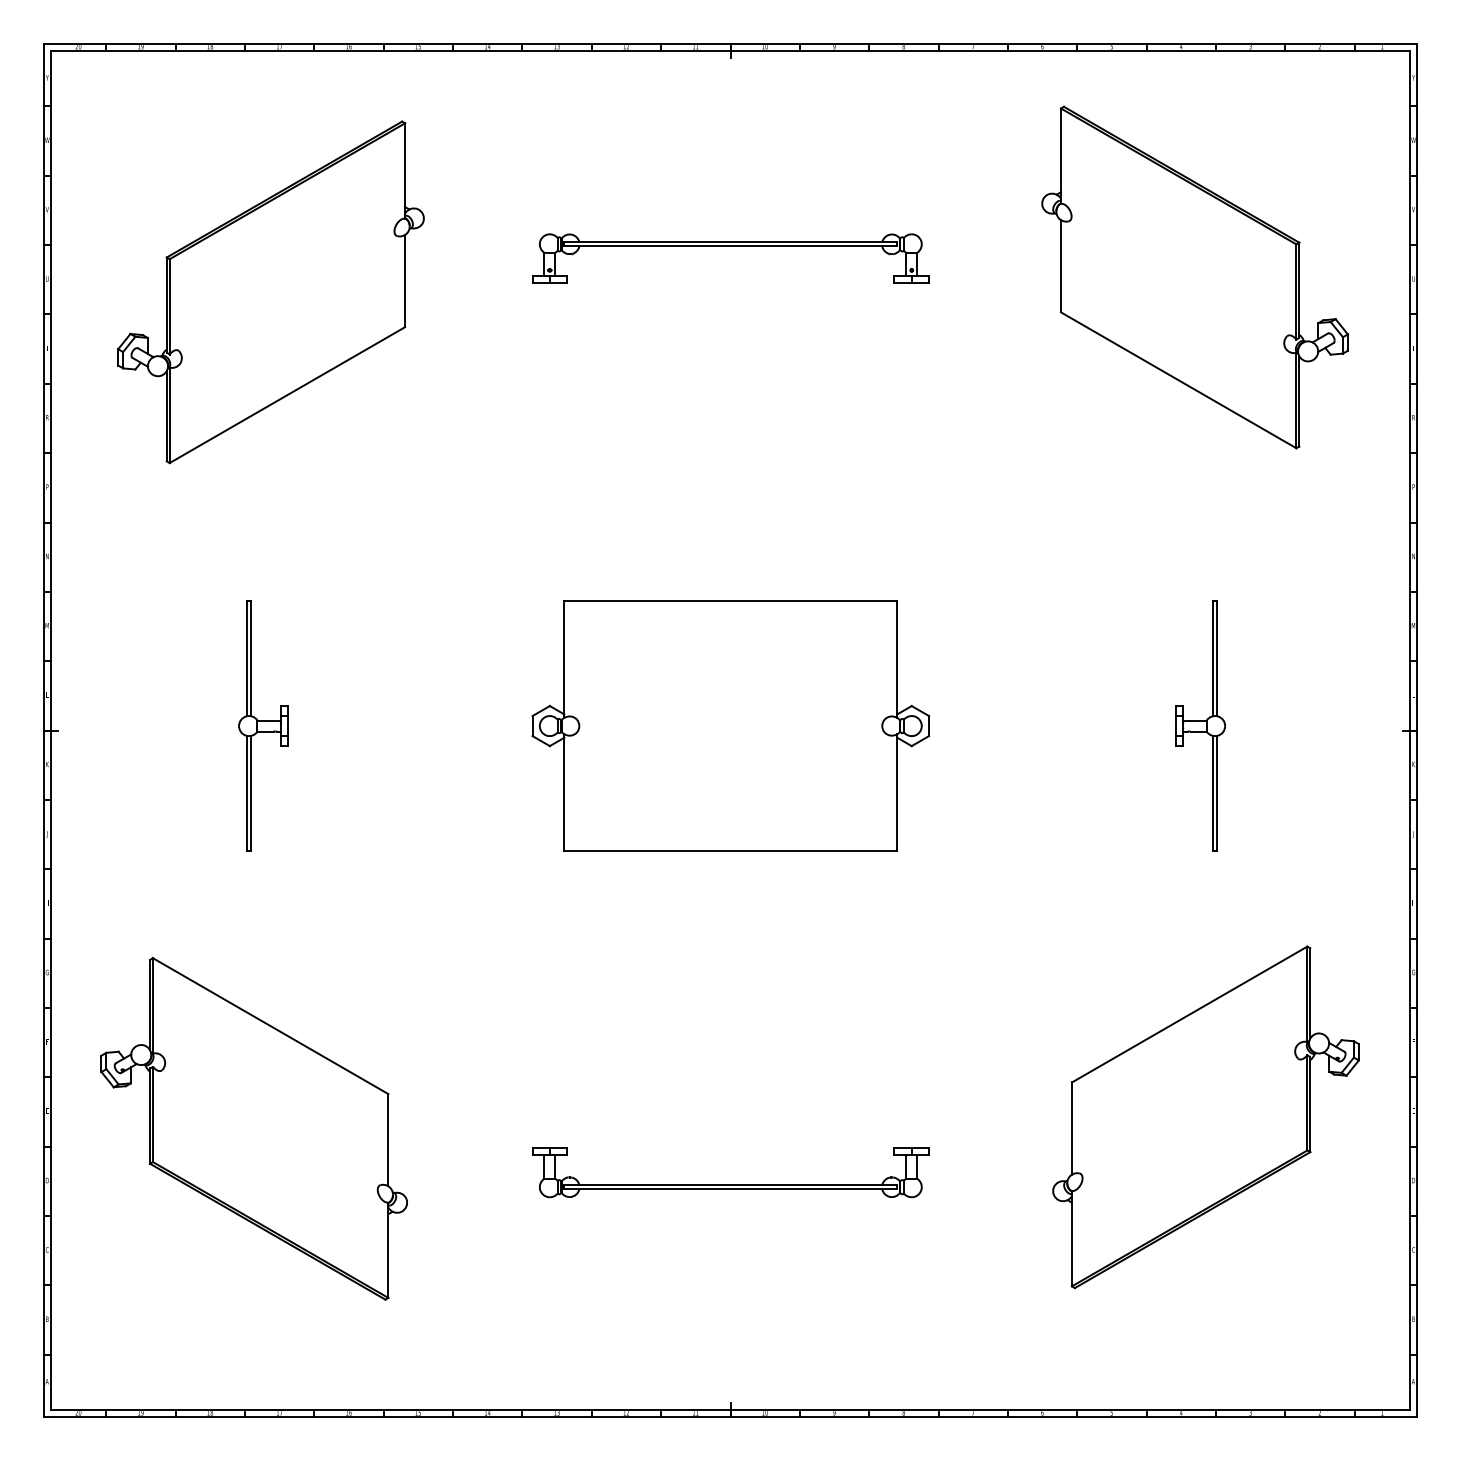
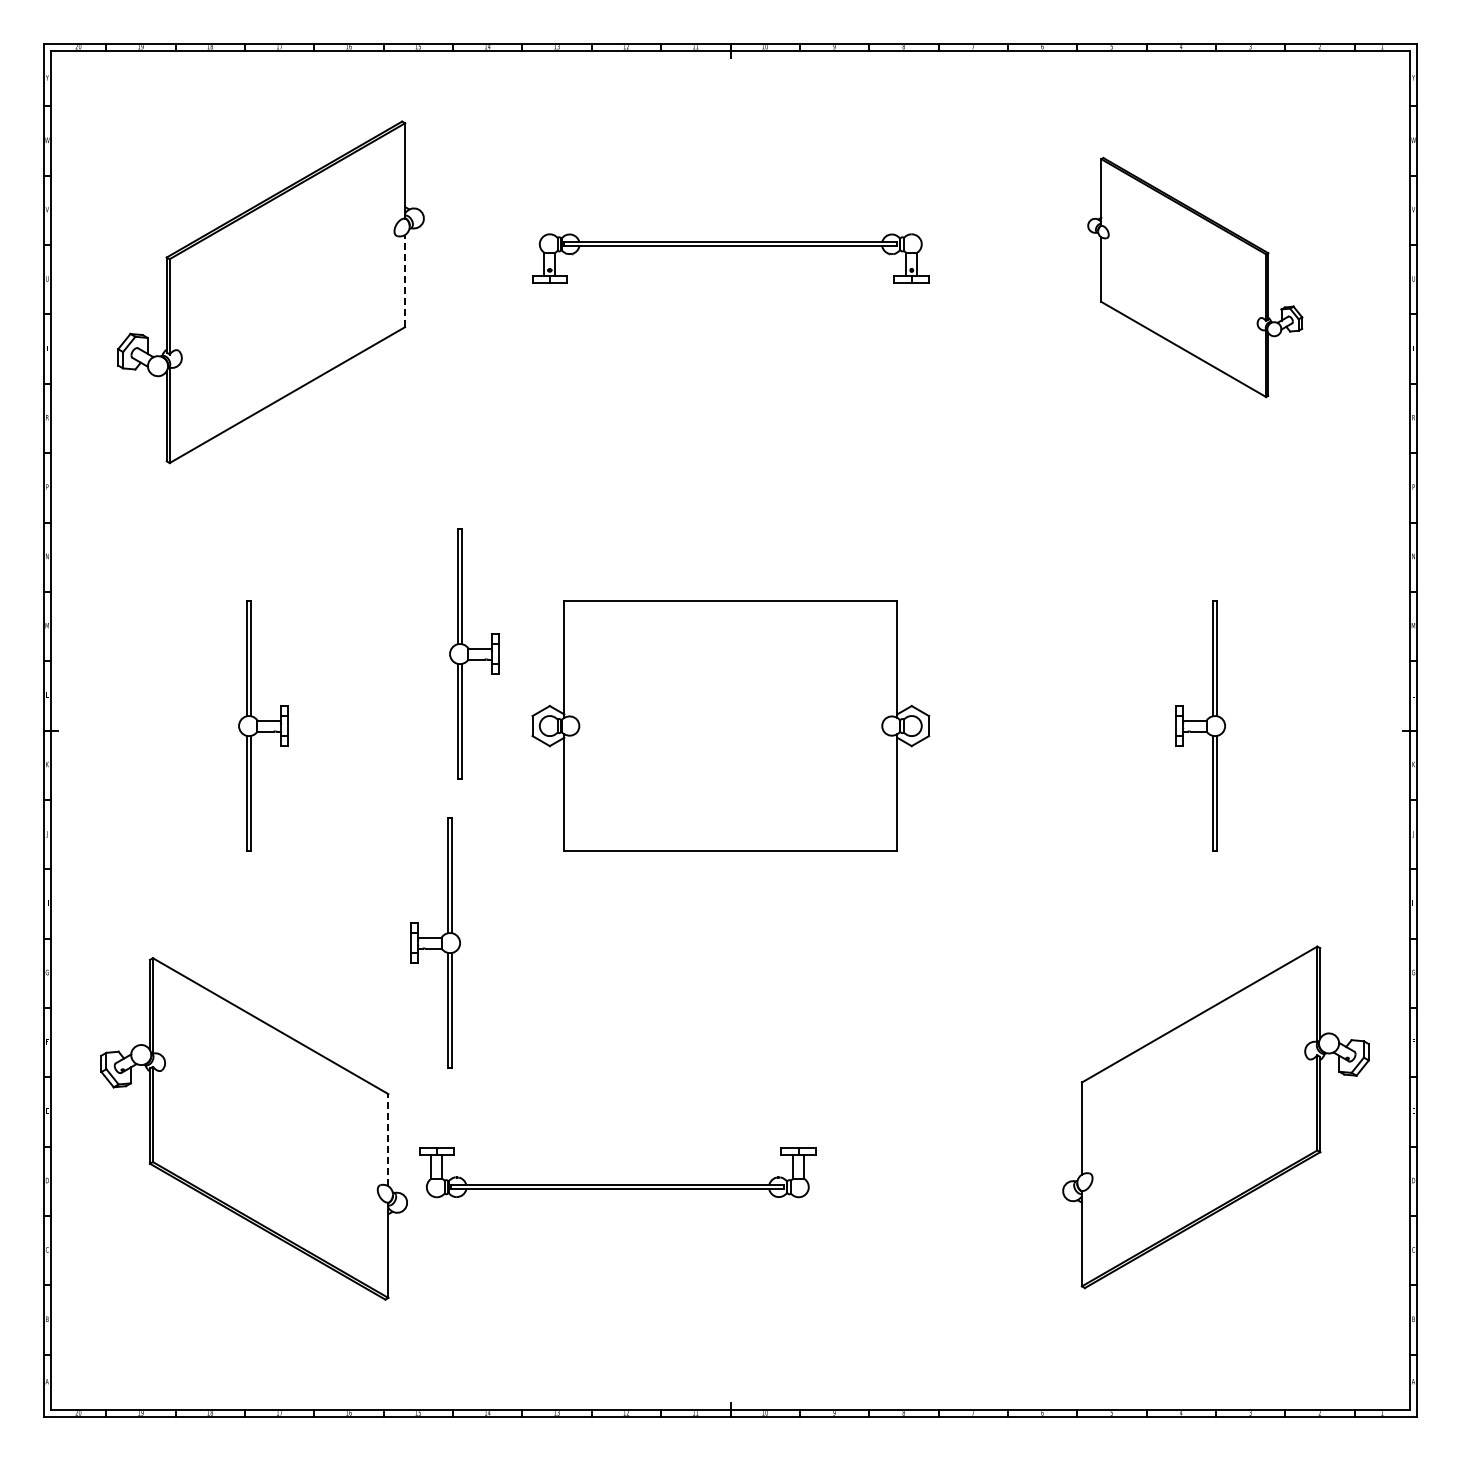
part at (1195, 277) size: 309x345 px -> 217x243 px
line at (405, 280): solid -> dashed
part at (474, 653): none -> present
part at (435, 942): none -> present
part at (1205, 1117) position: (1205, 1117) -> (1215, 1117)
line at (388, 1139): solid -> dashed
part at (730, 1184) position: (730, 1184) -> (617, 1184)
